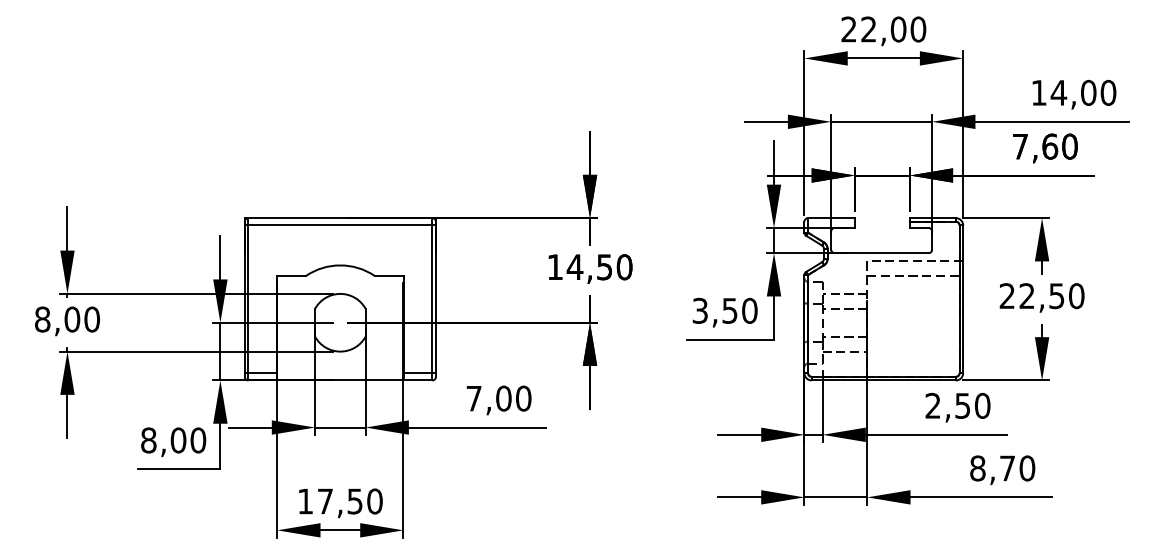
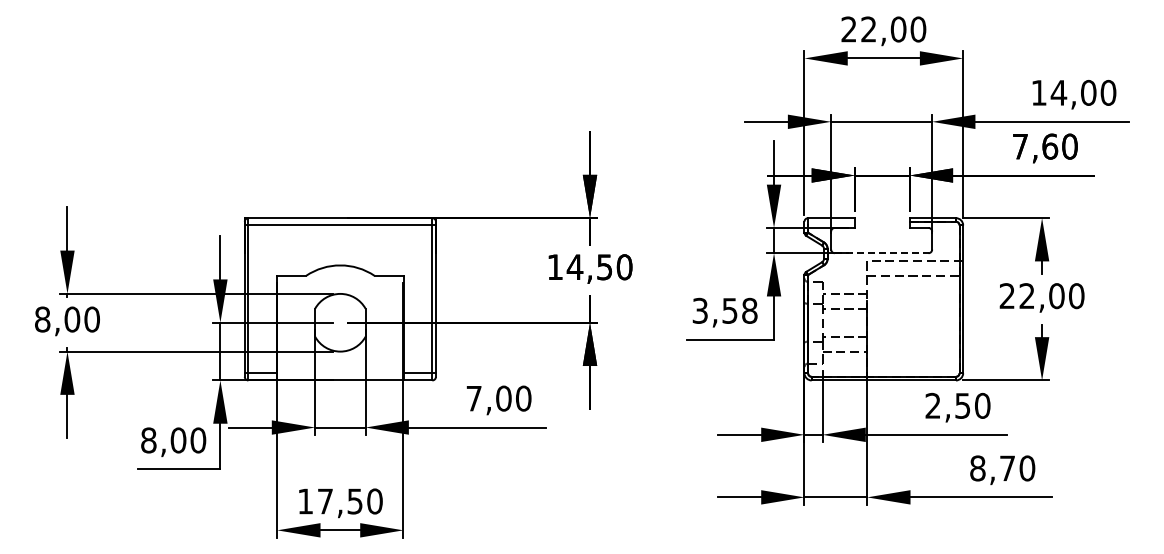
line at (881, 253): solid -> dashed
text at (1056, 296): 22,50 -> 22,00
text at (749, 310): 3,50 -> 3,58
